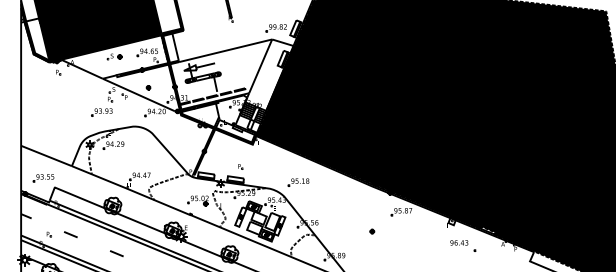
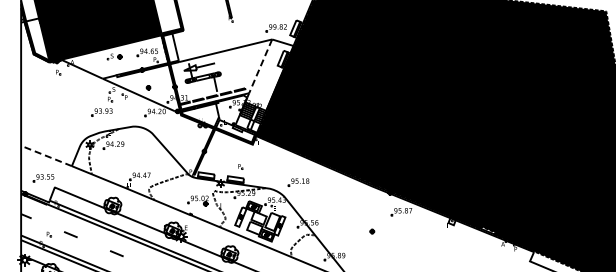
line at (260, 66): solid -> dashed
line at (46, 155): solid -> dashed
part at (463, 245): present -> none
